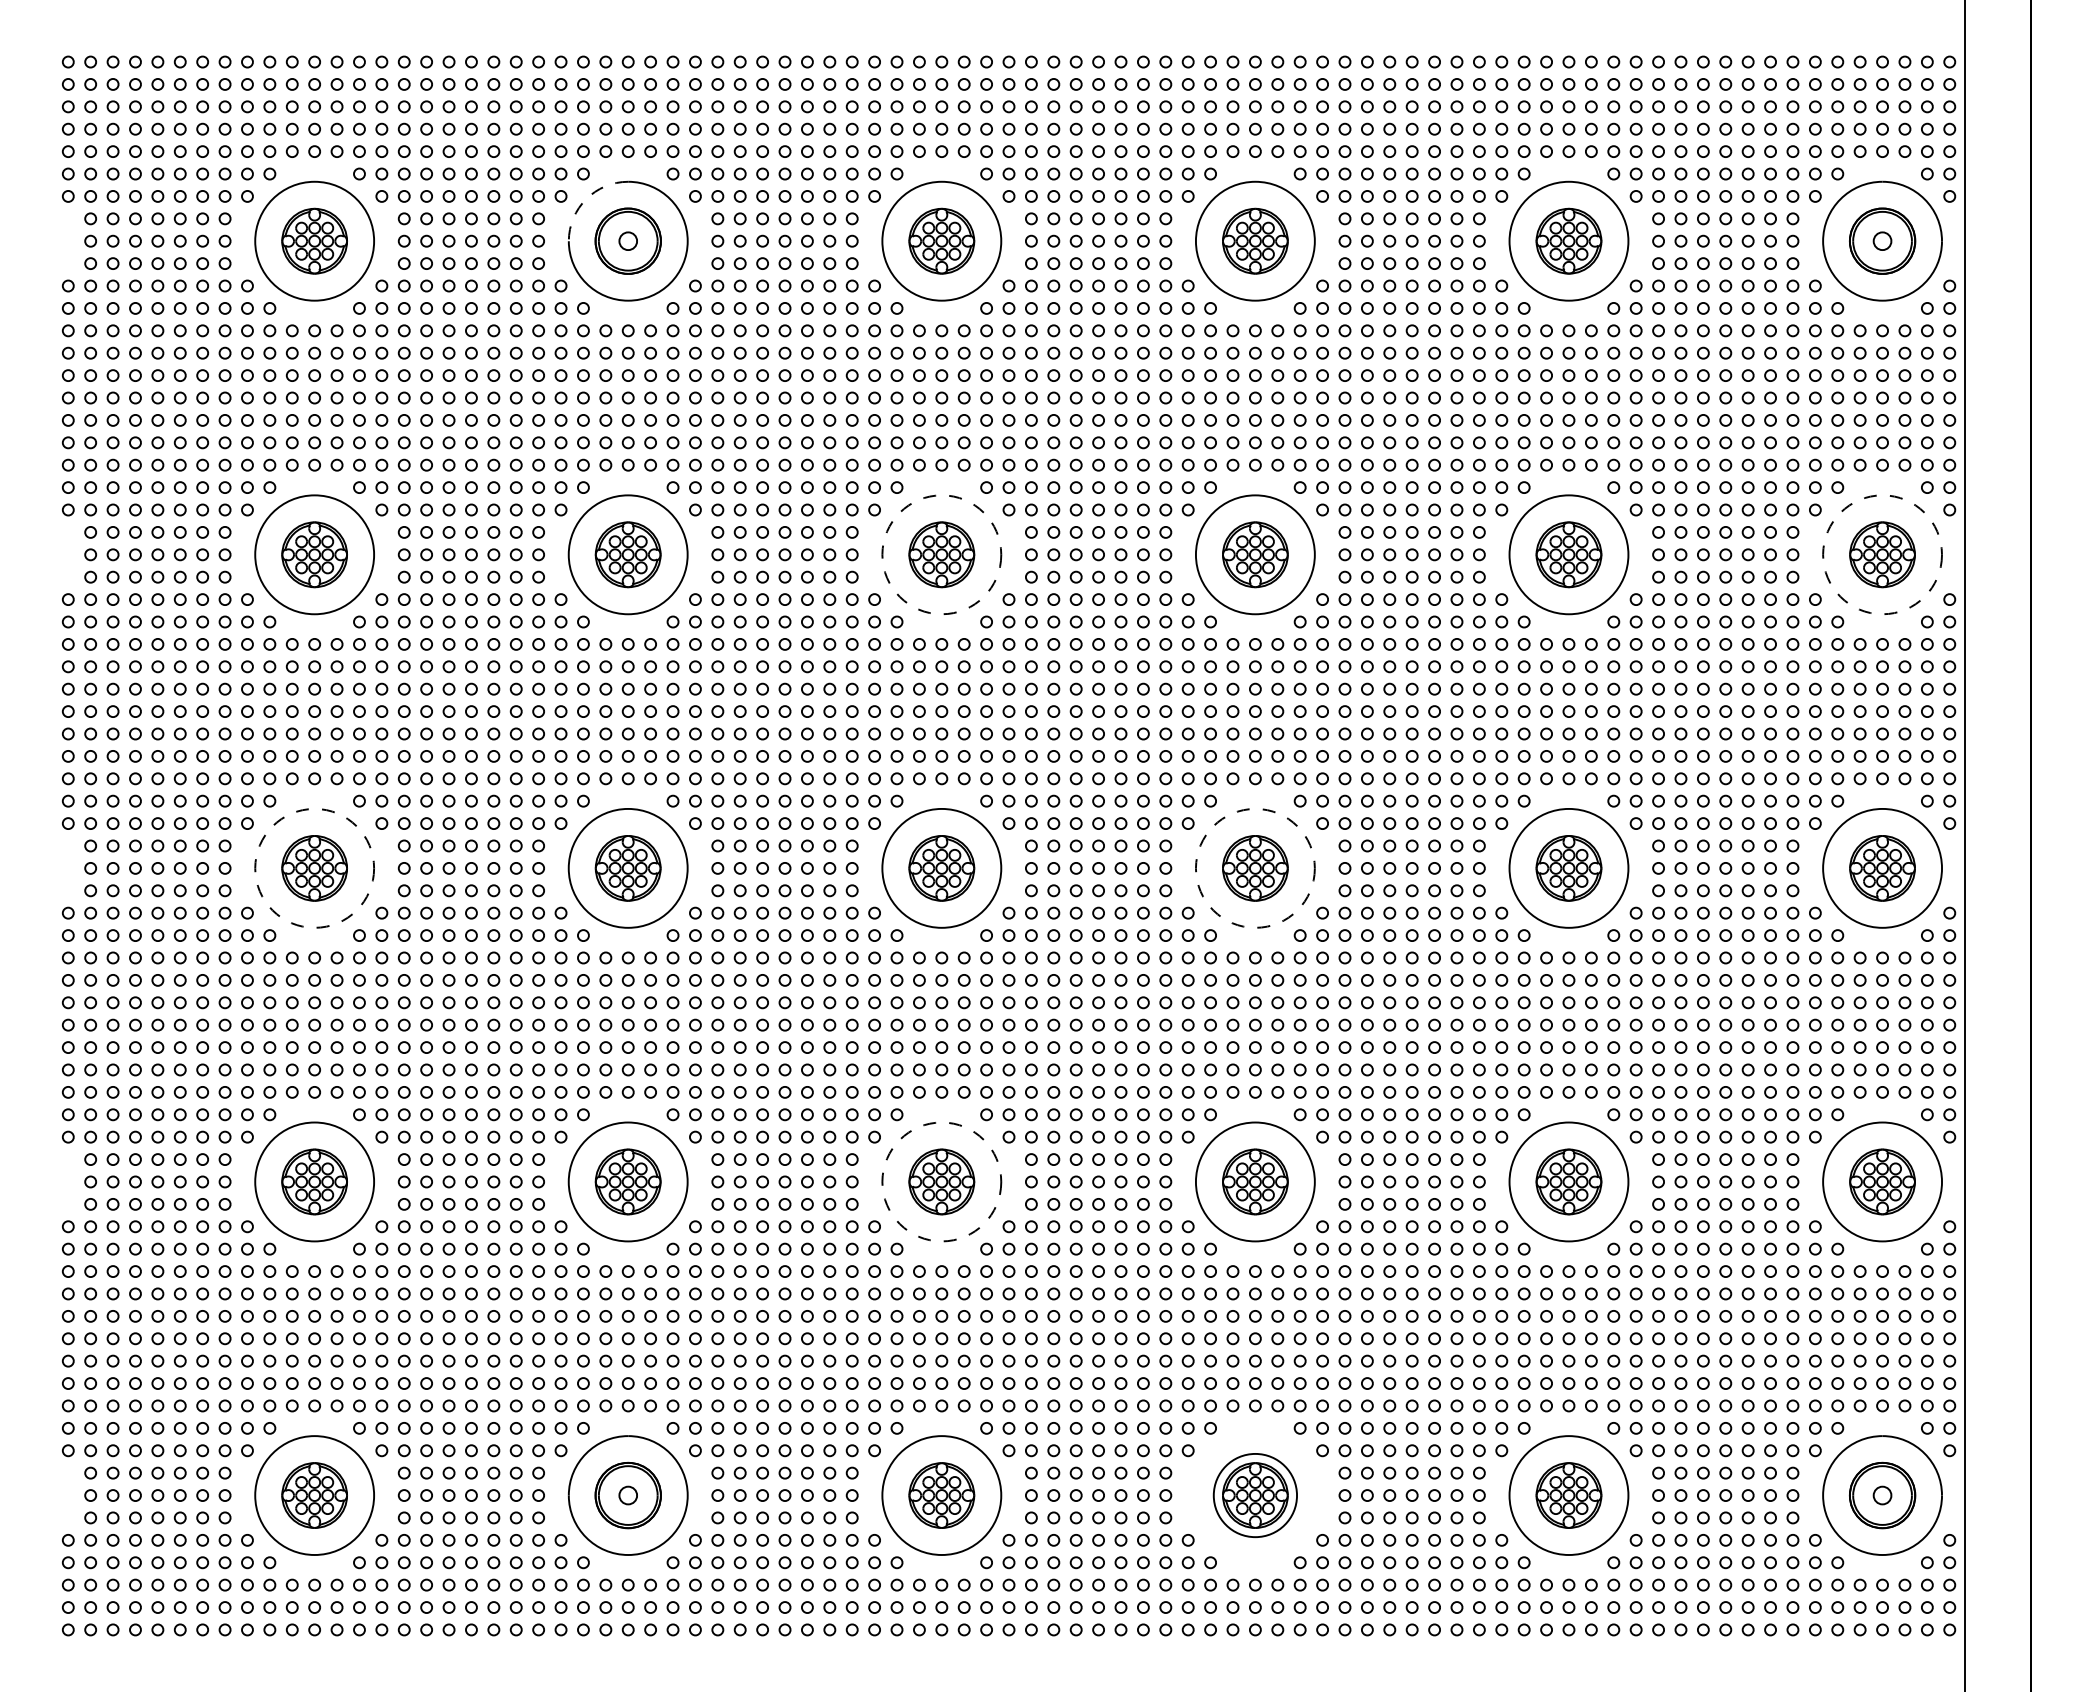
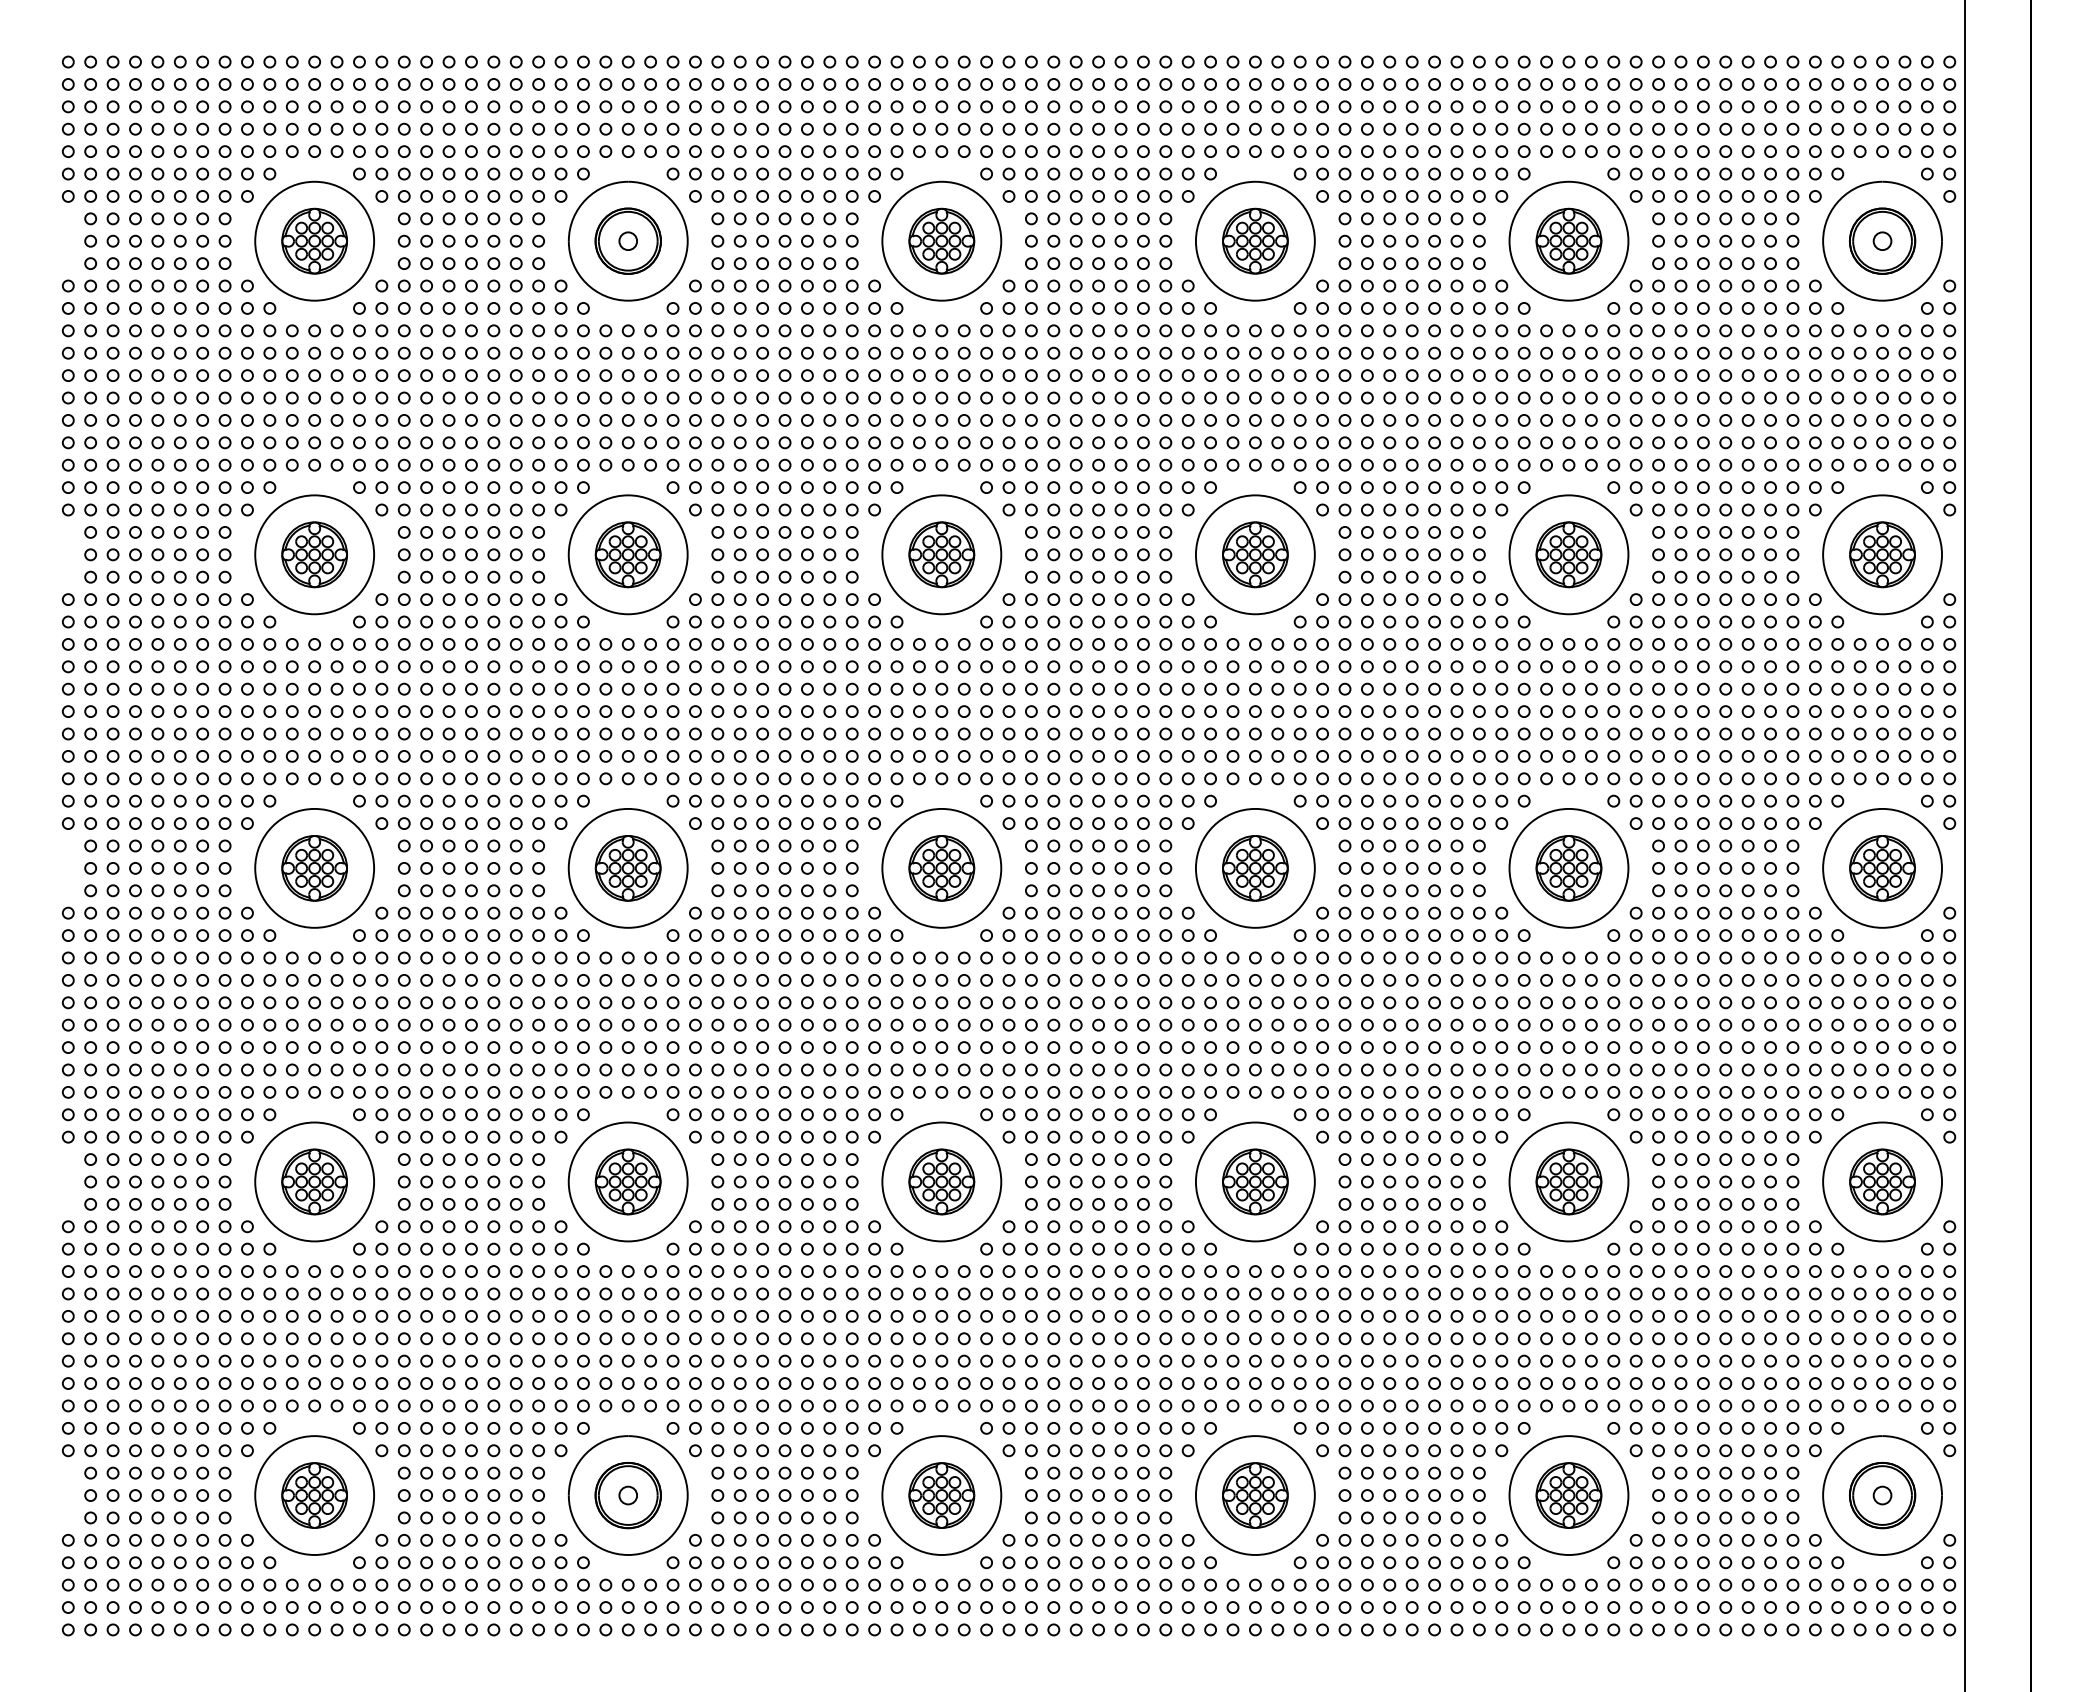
arc at (586, 199): dashed -> solid
circle at (941, 554): dashed -> solid
circle at (1882, 554): dashed -> solid
circle at (314, 867): dashed -> solid
circle at (1254, 867): dashed -> solid
circle at (941, 1181): dashed -> solid
circle at (1255, 1495) diameter: 83 px -> 119 px
